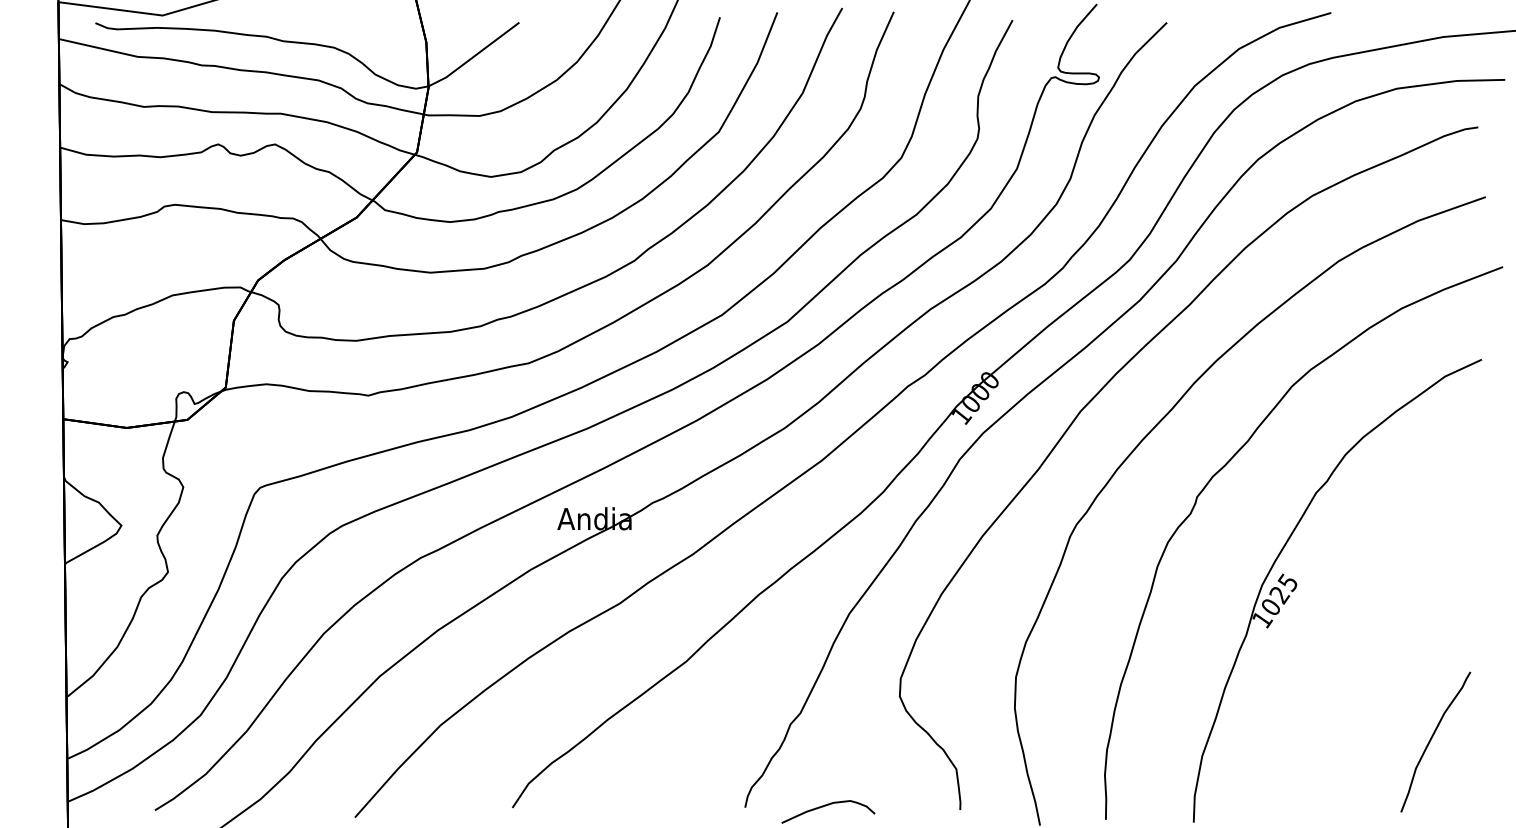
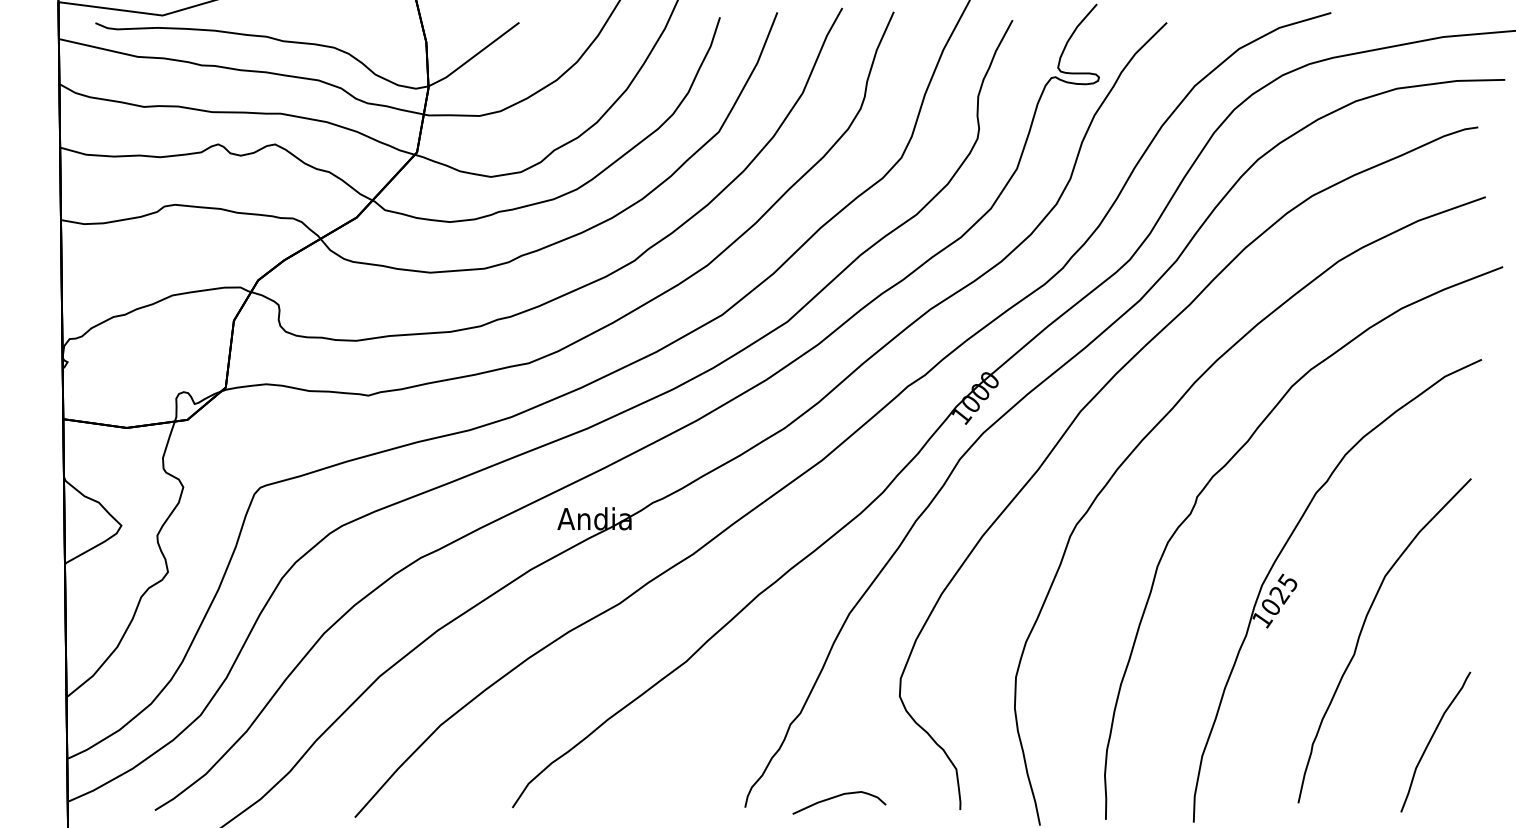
curve at (1361, 633): none -> present
curve at (826, 806) position: (826, 806) -> (837, 797)
